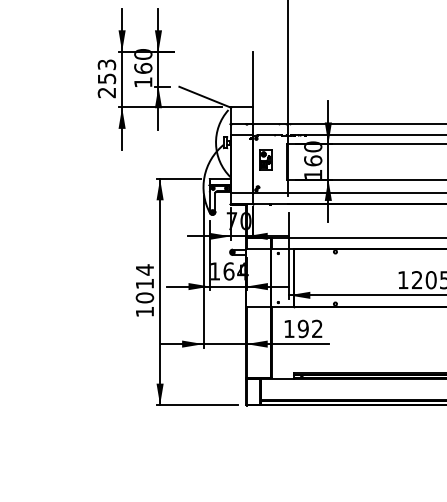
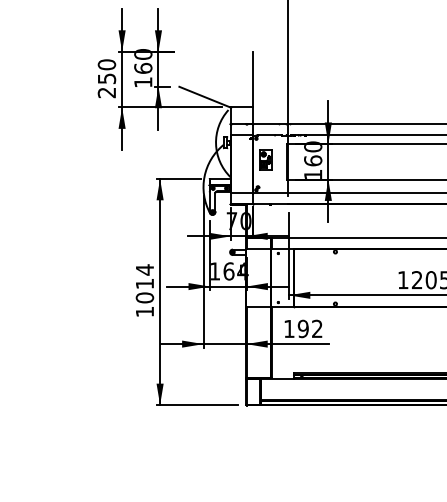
text at (106, 64): 253 -> 250
